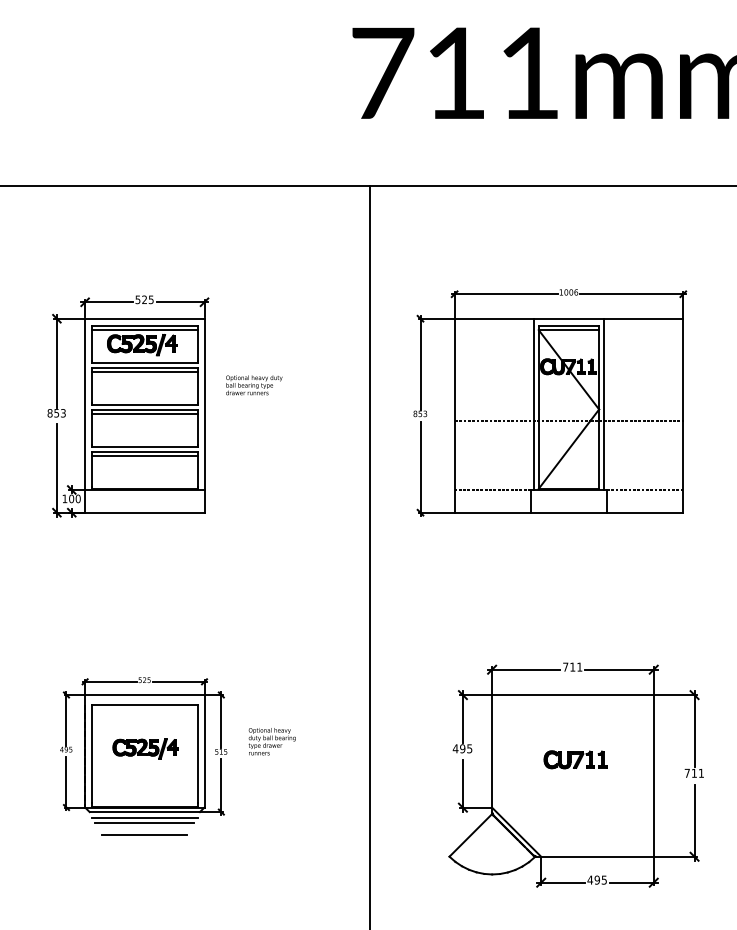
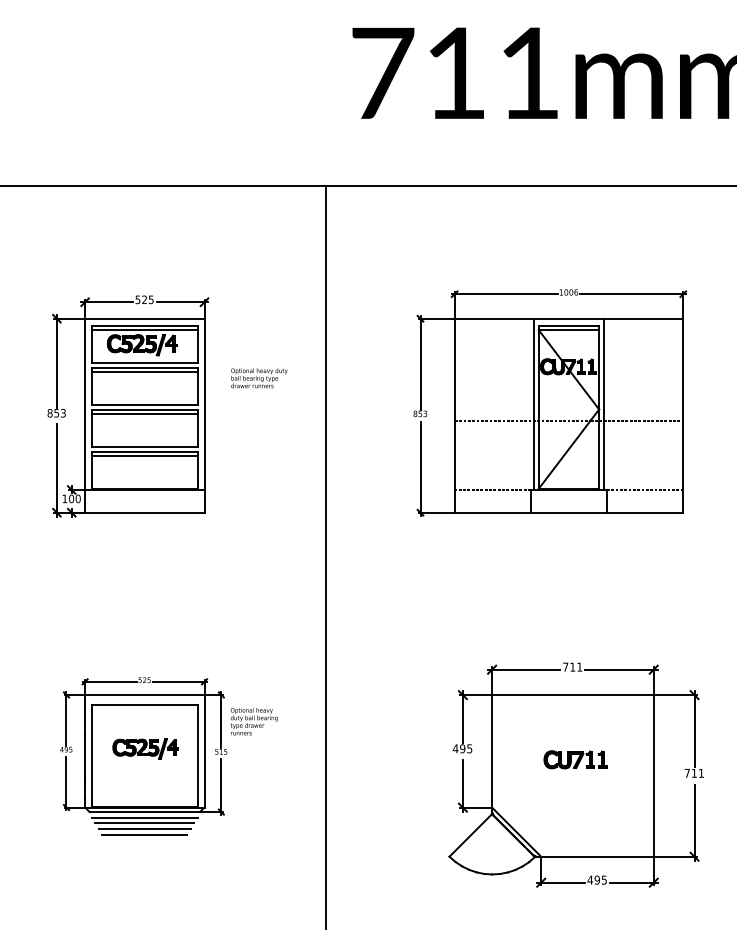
text at (254, 385) position: (254, 385) -> (259, 378)
line at (369, 555) position: (369, 555) -> (325, 555)
text at (271, 741) position: (271, 741) -> (253, 721)
line at (144, 829): none -> present
